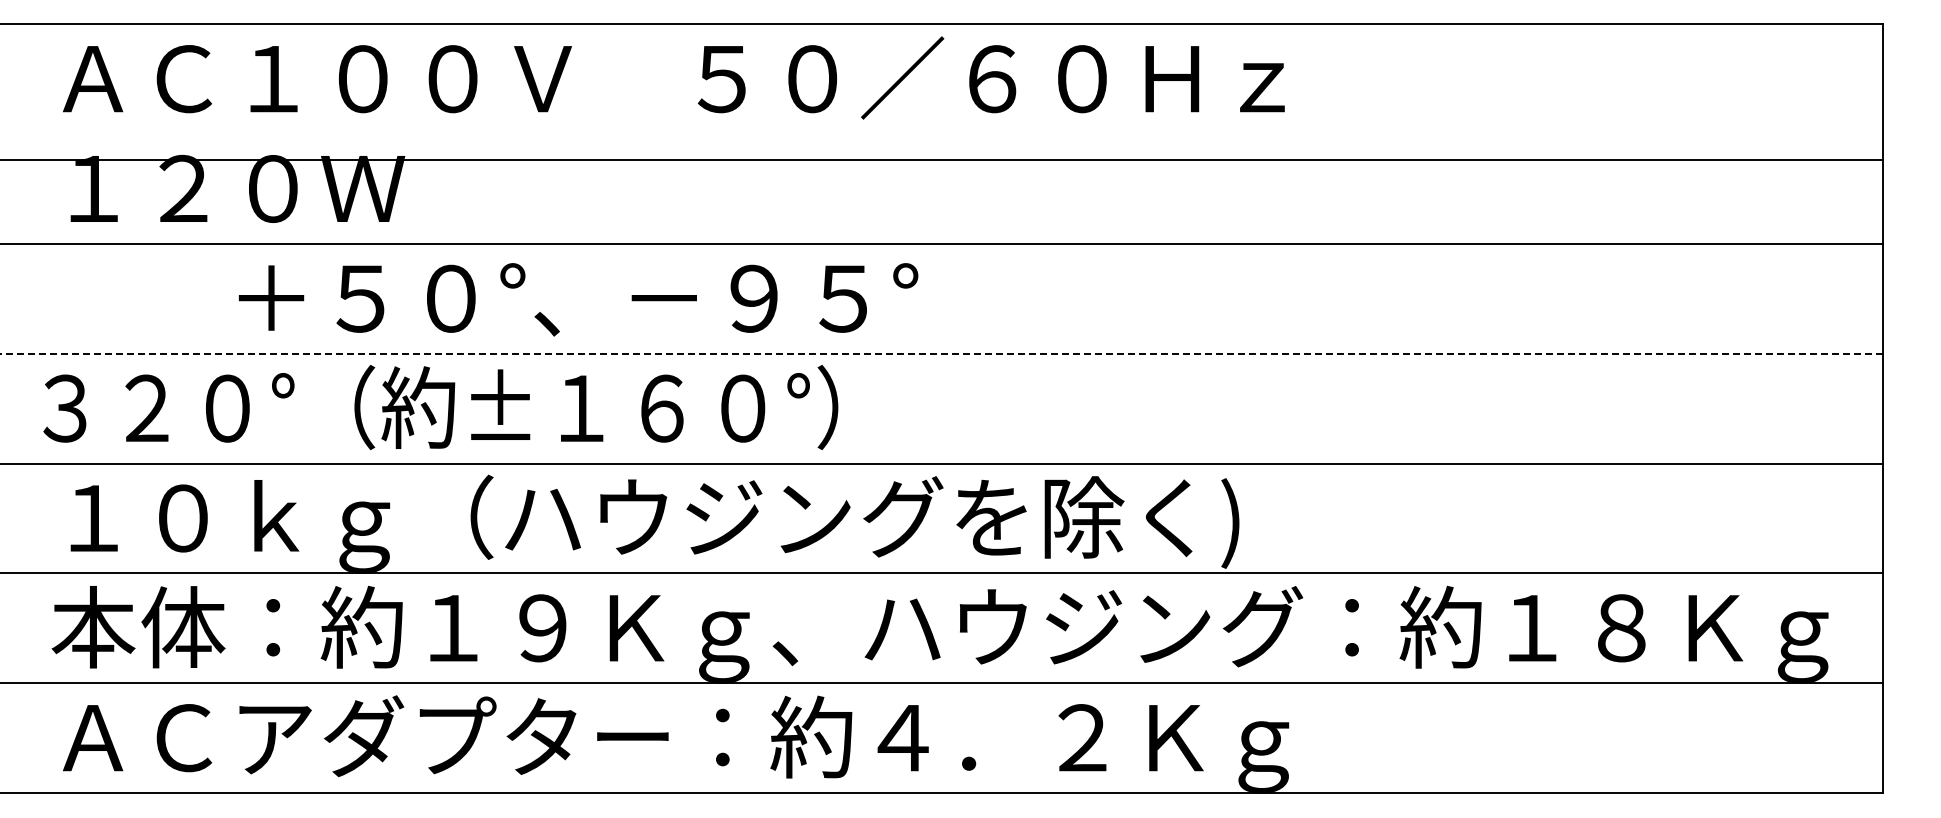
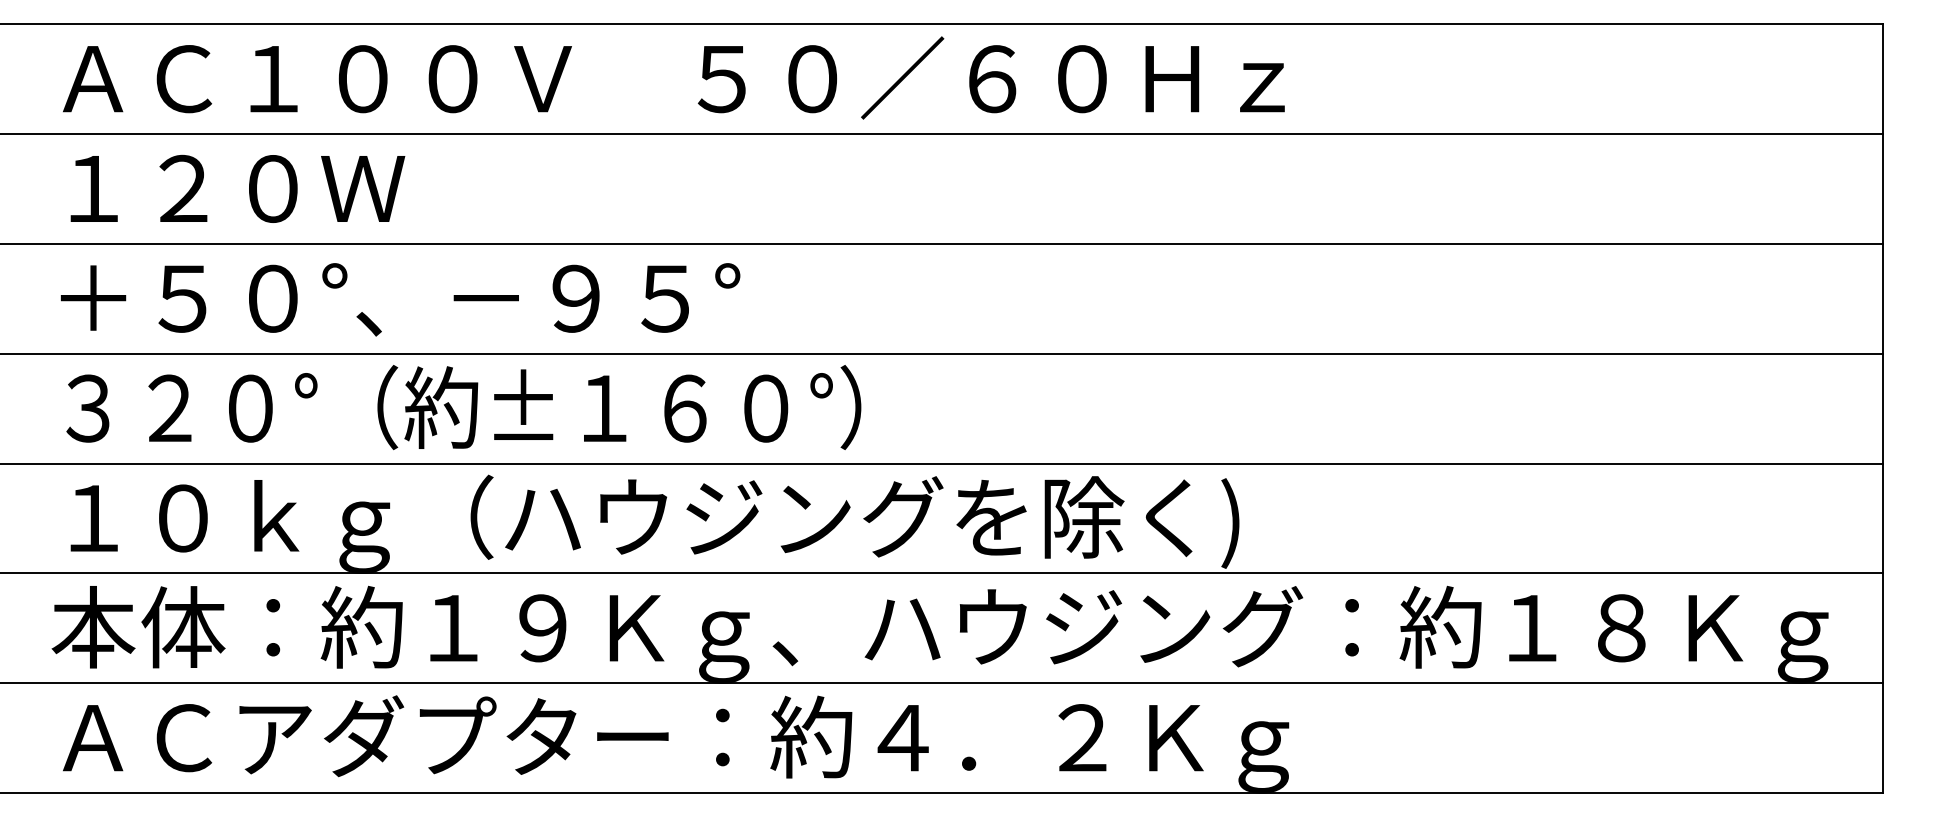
line at (942, 160) position: (942, 160) -> (942, 134)
text at (578, 299) position: (578, 299) -> (400, 299)
line at (941, 353): dashed -> solid
text at (440, 407) position: (440, 407) -> (463, 407)
